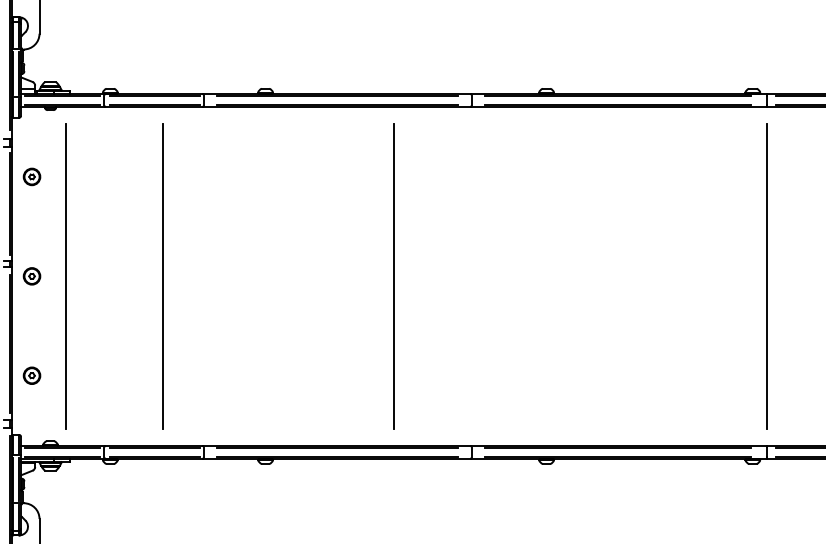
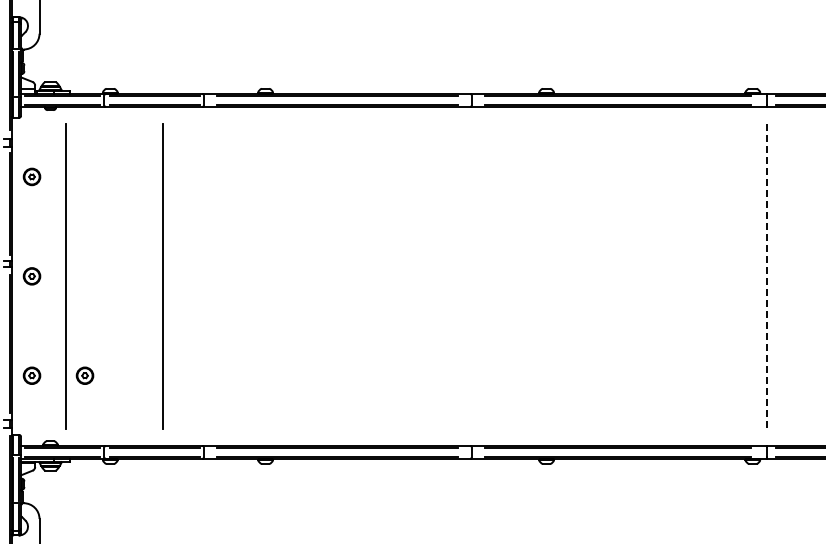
line at (394, 276): present -> none
line at (766, 276): solid -> dashed
part at (84, 375): none -> present
